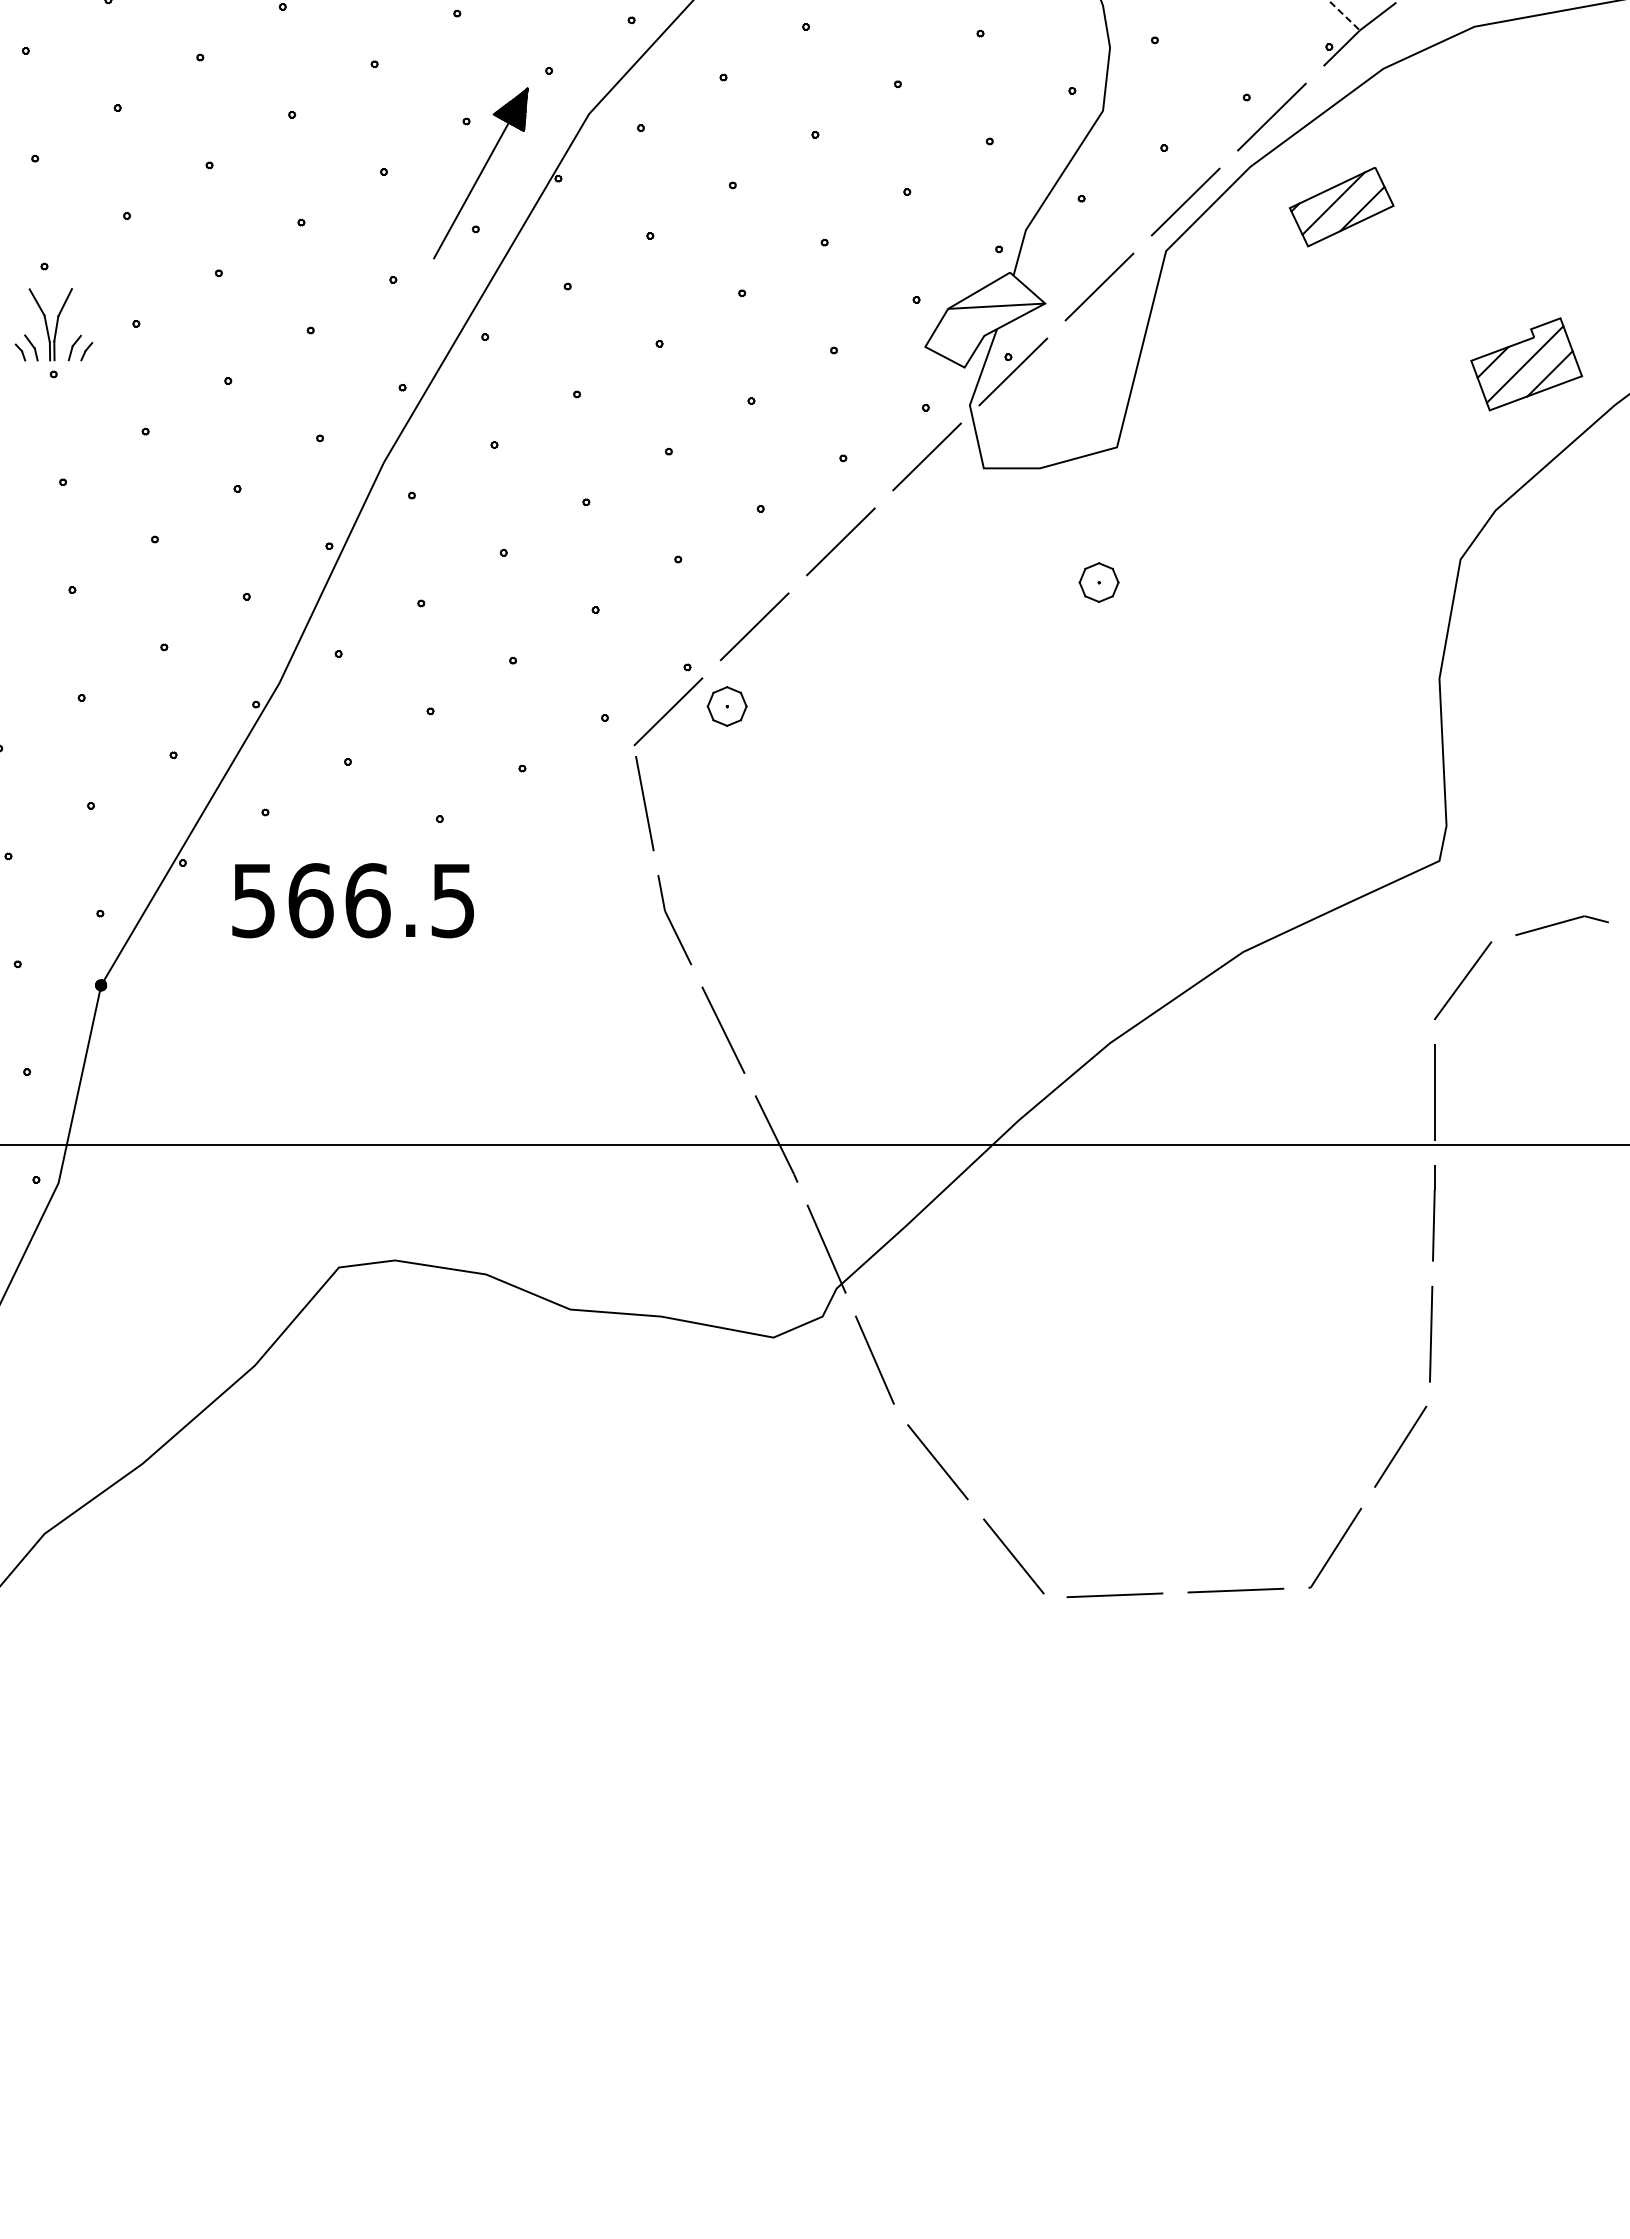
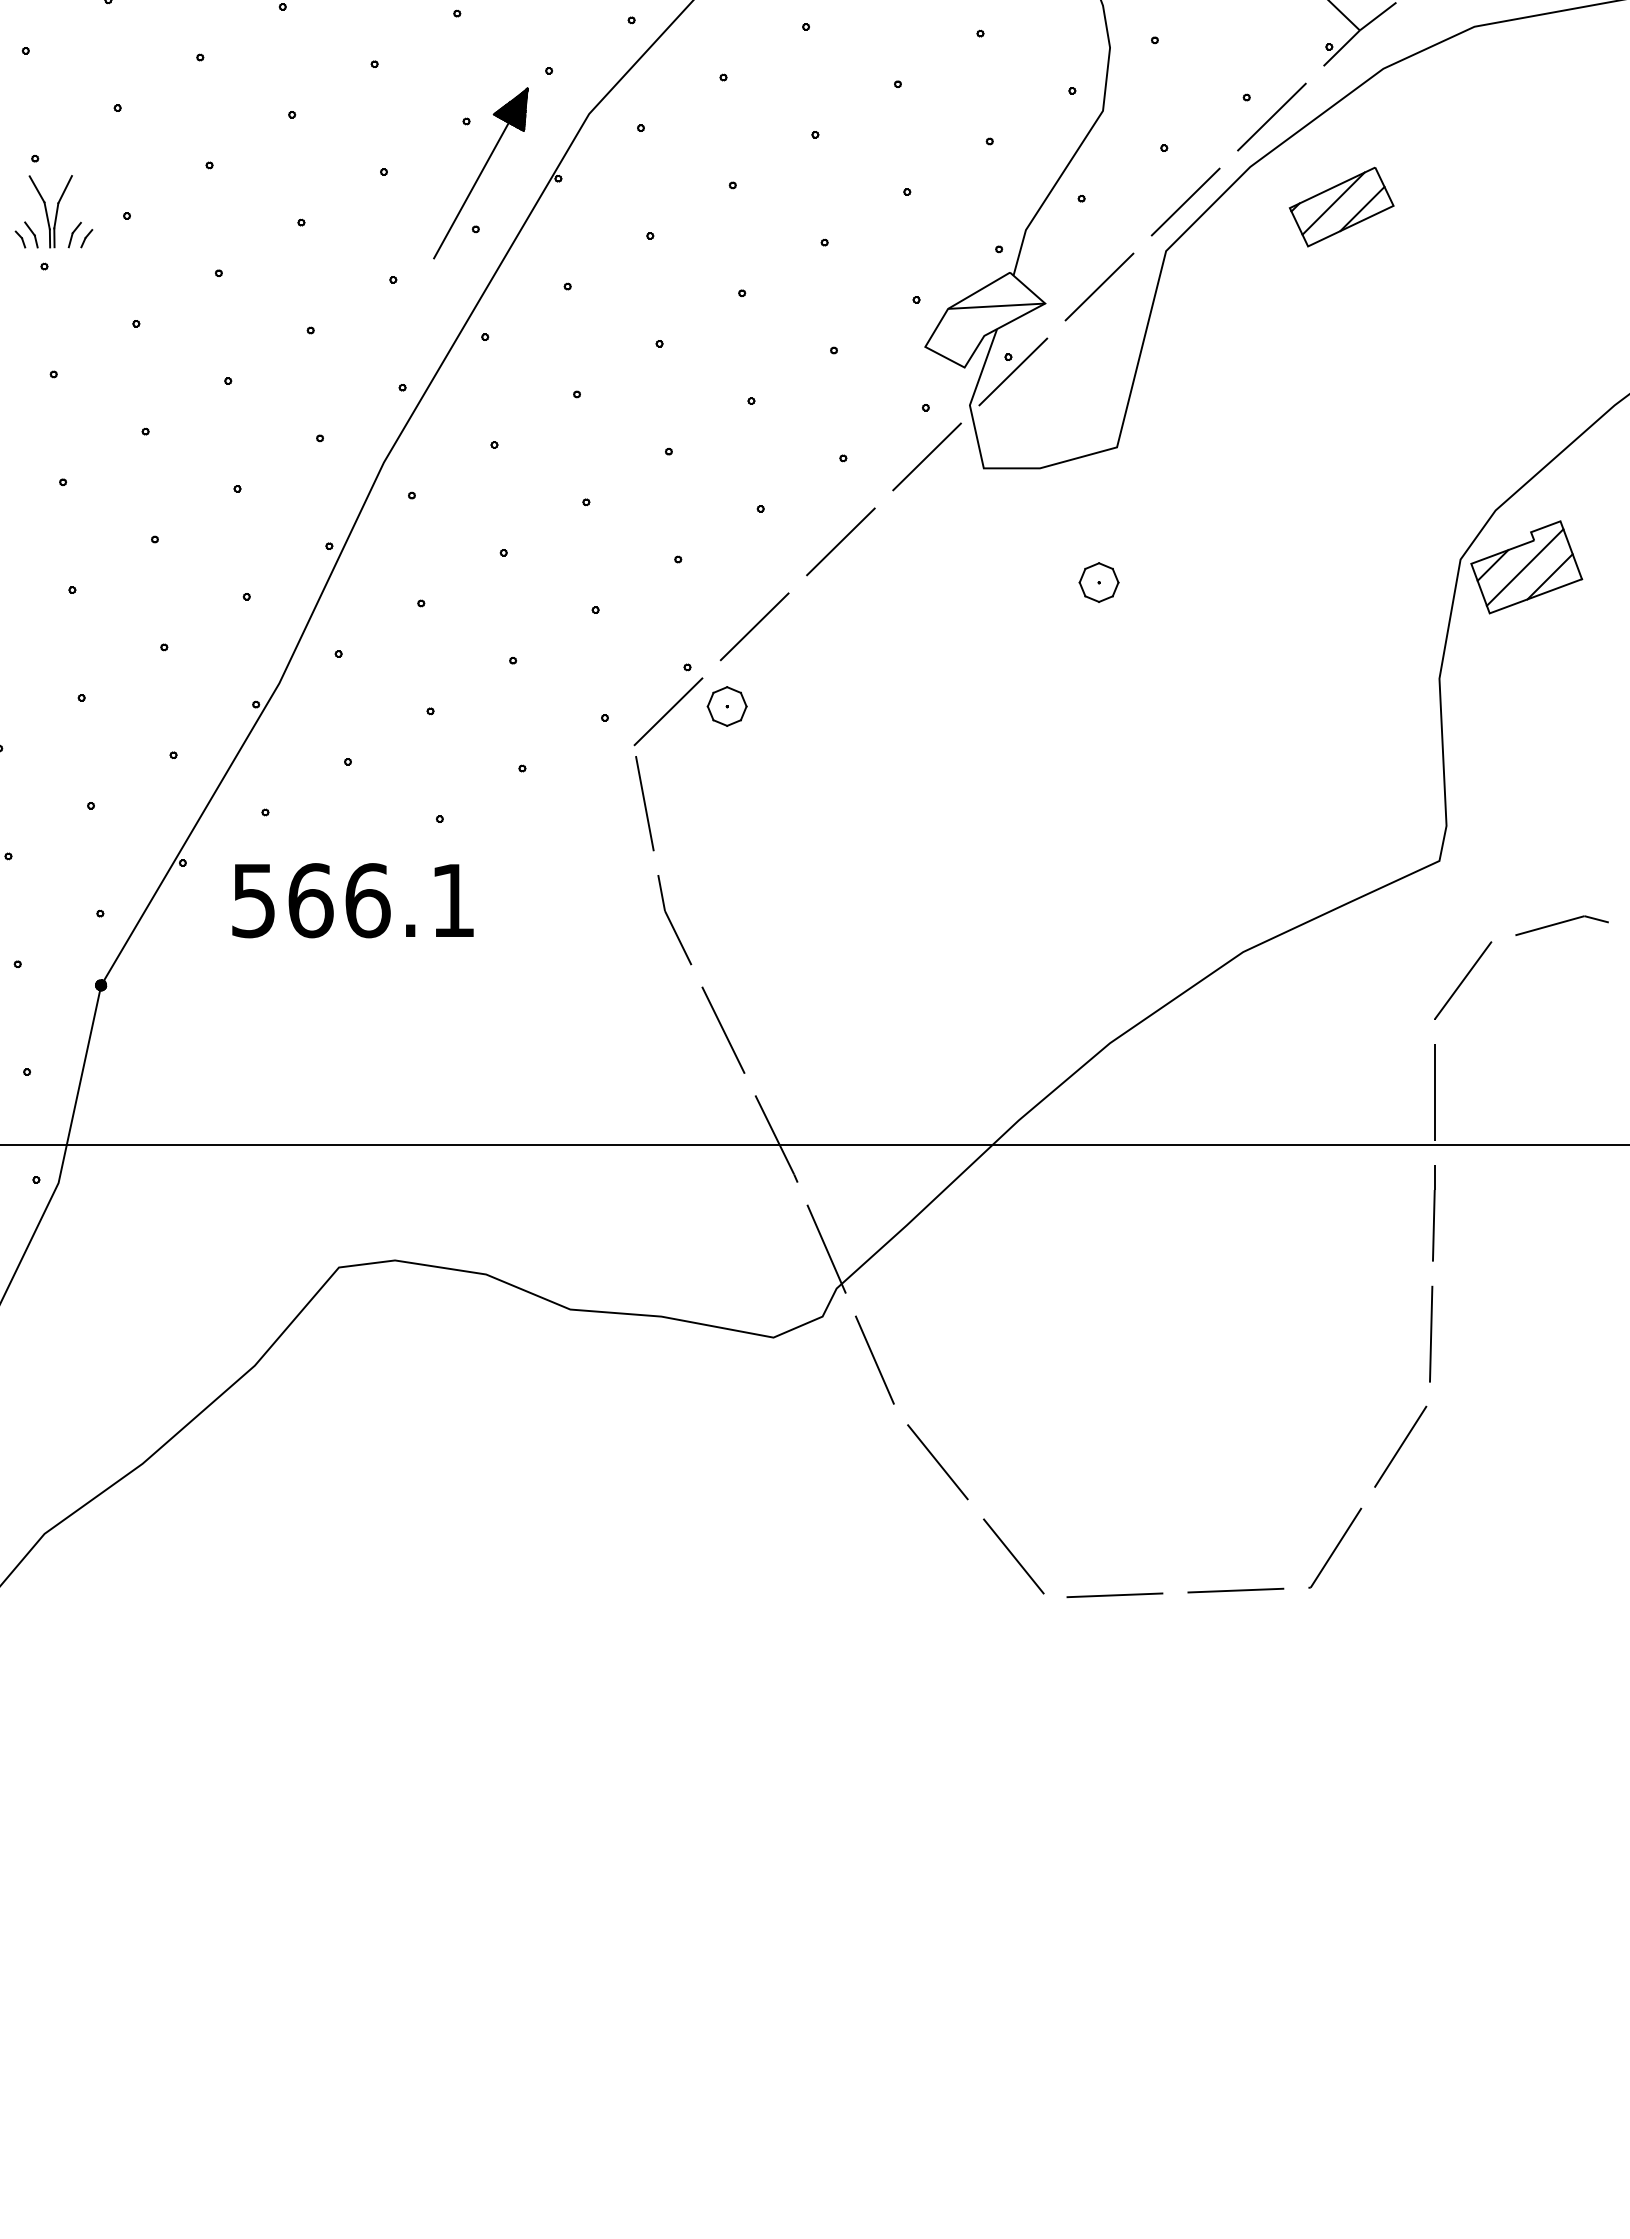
line at (1344, 15): dashed -> solid
part at (53, 324) position: (53, 324) -> (53, 211)
part at (1526, 364) position: (1526, 364) -> (1526, 567)
text at (452, 901): 566.5 -> 566.1
